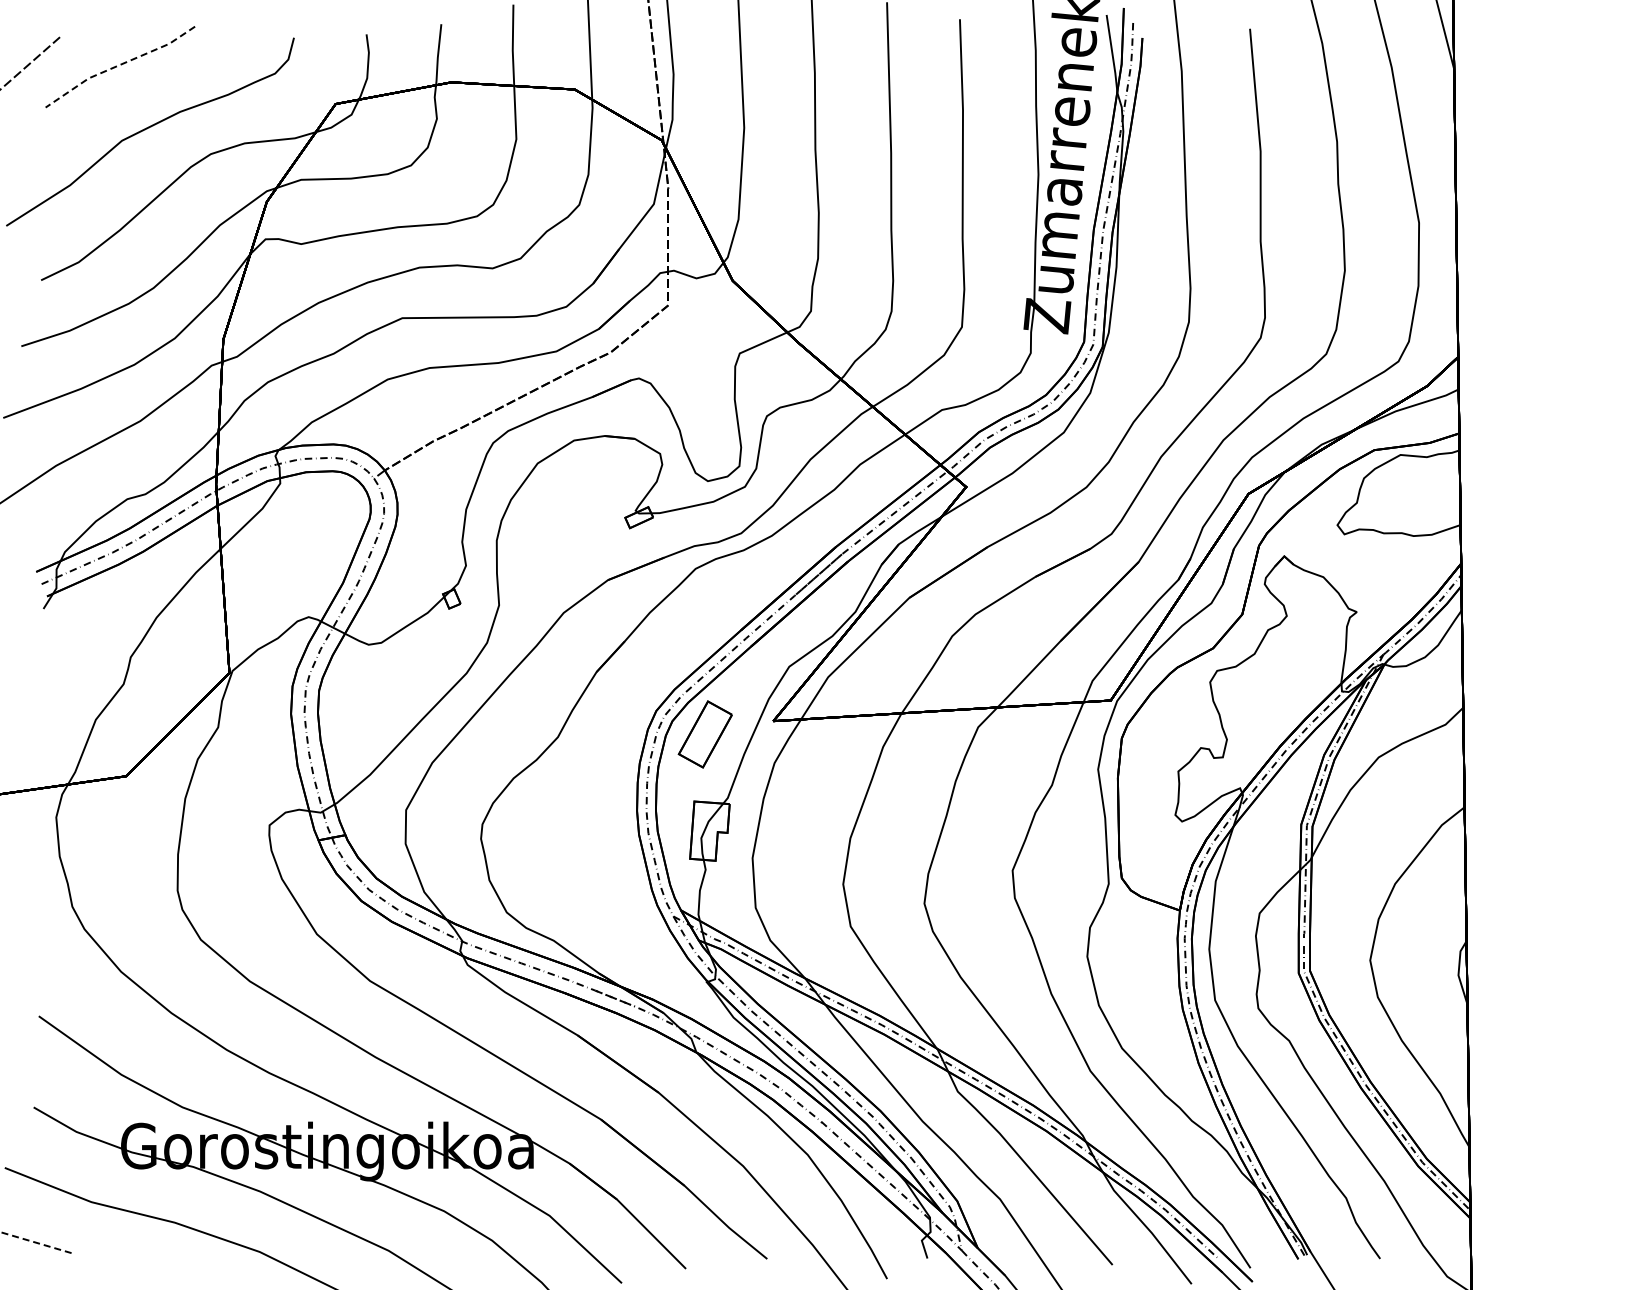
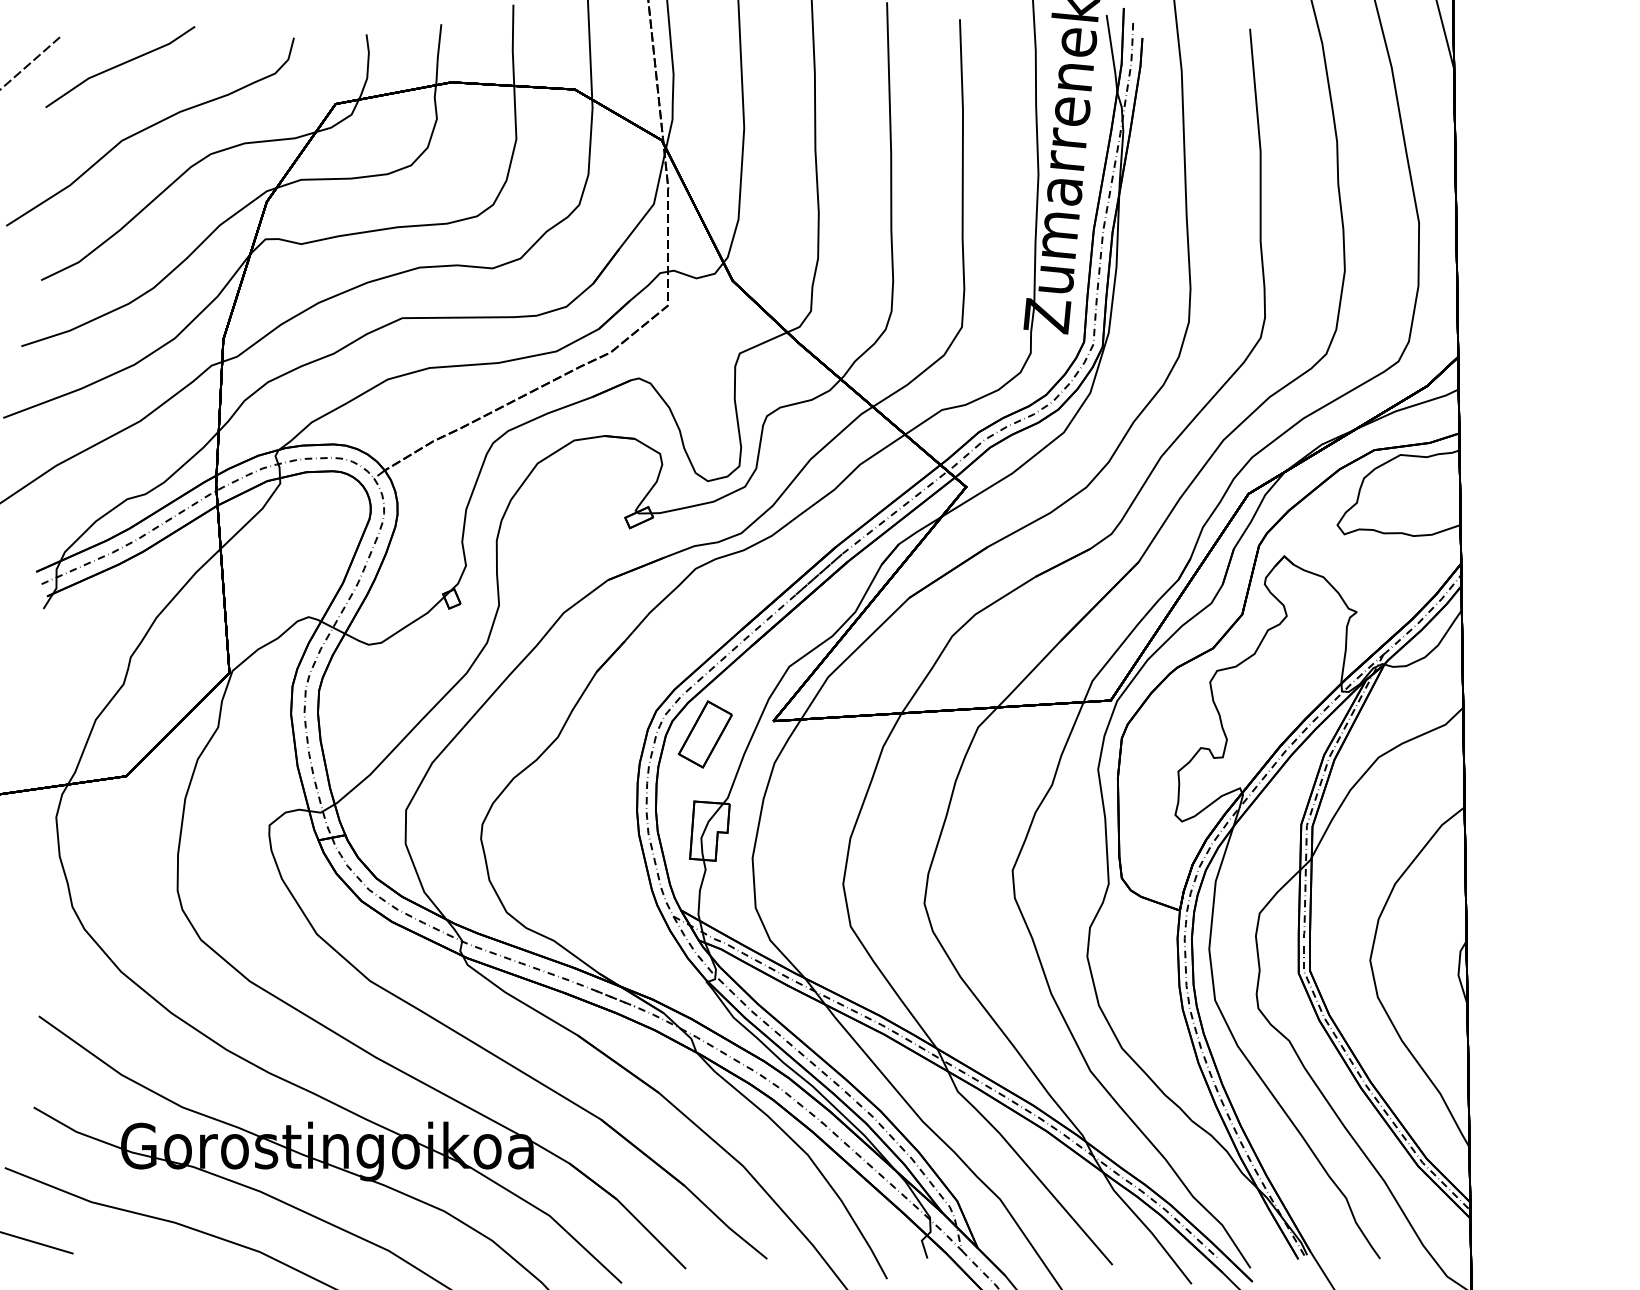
line at (119, 65): dashed -> solid
line at (37, 1243): dashed -> solid
